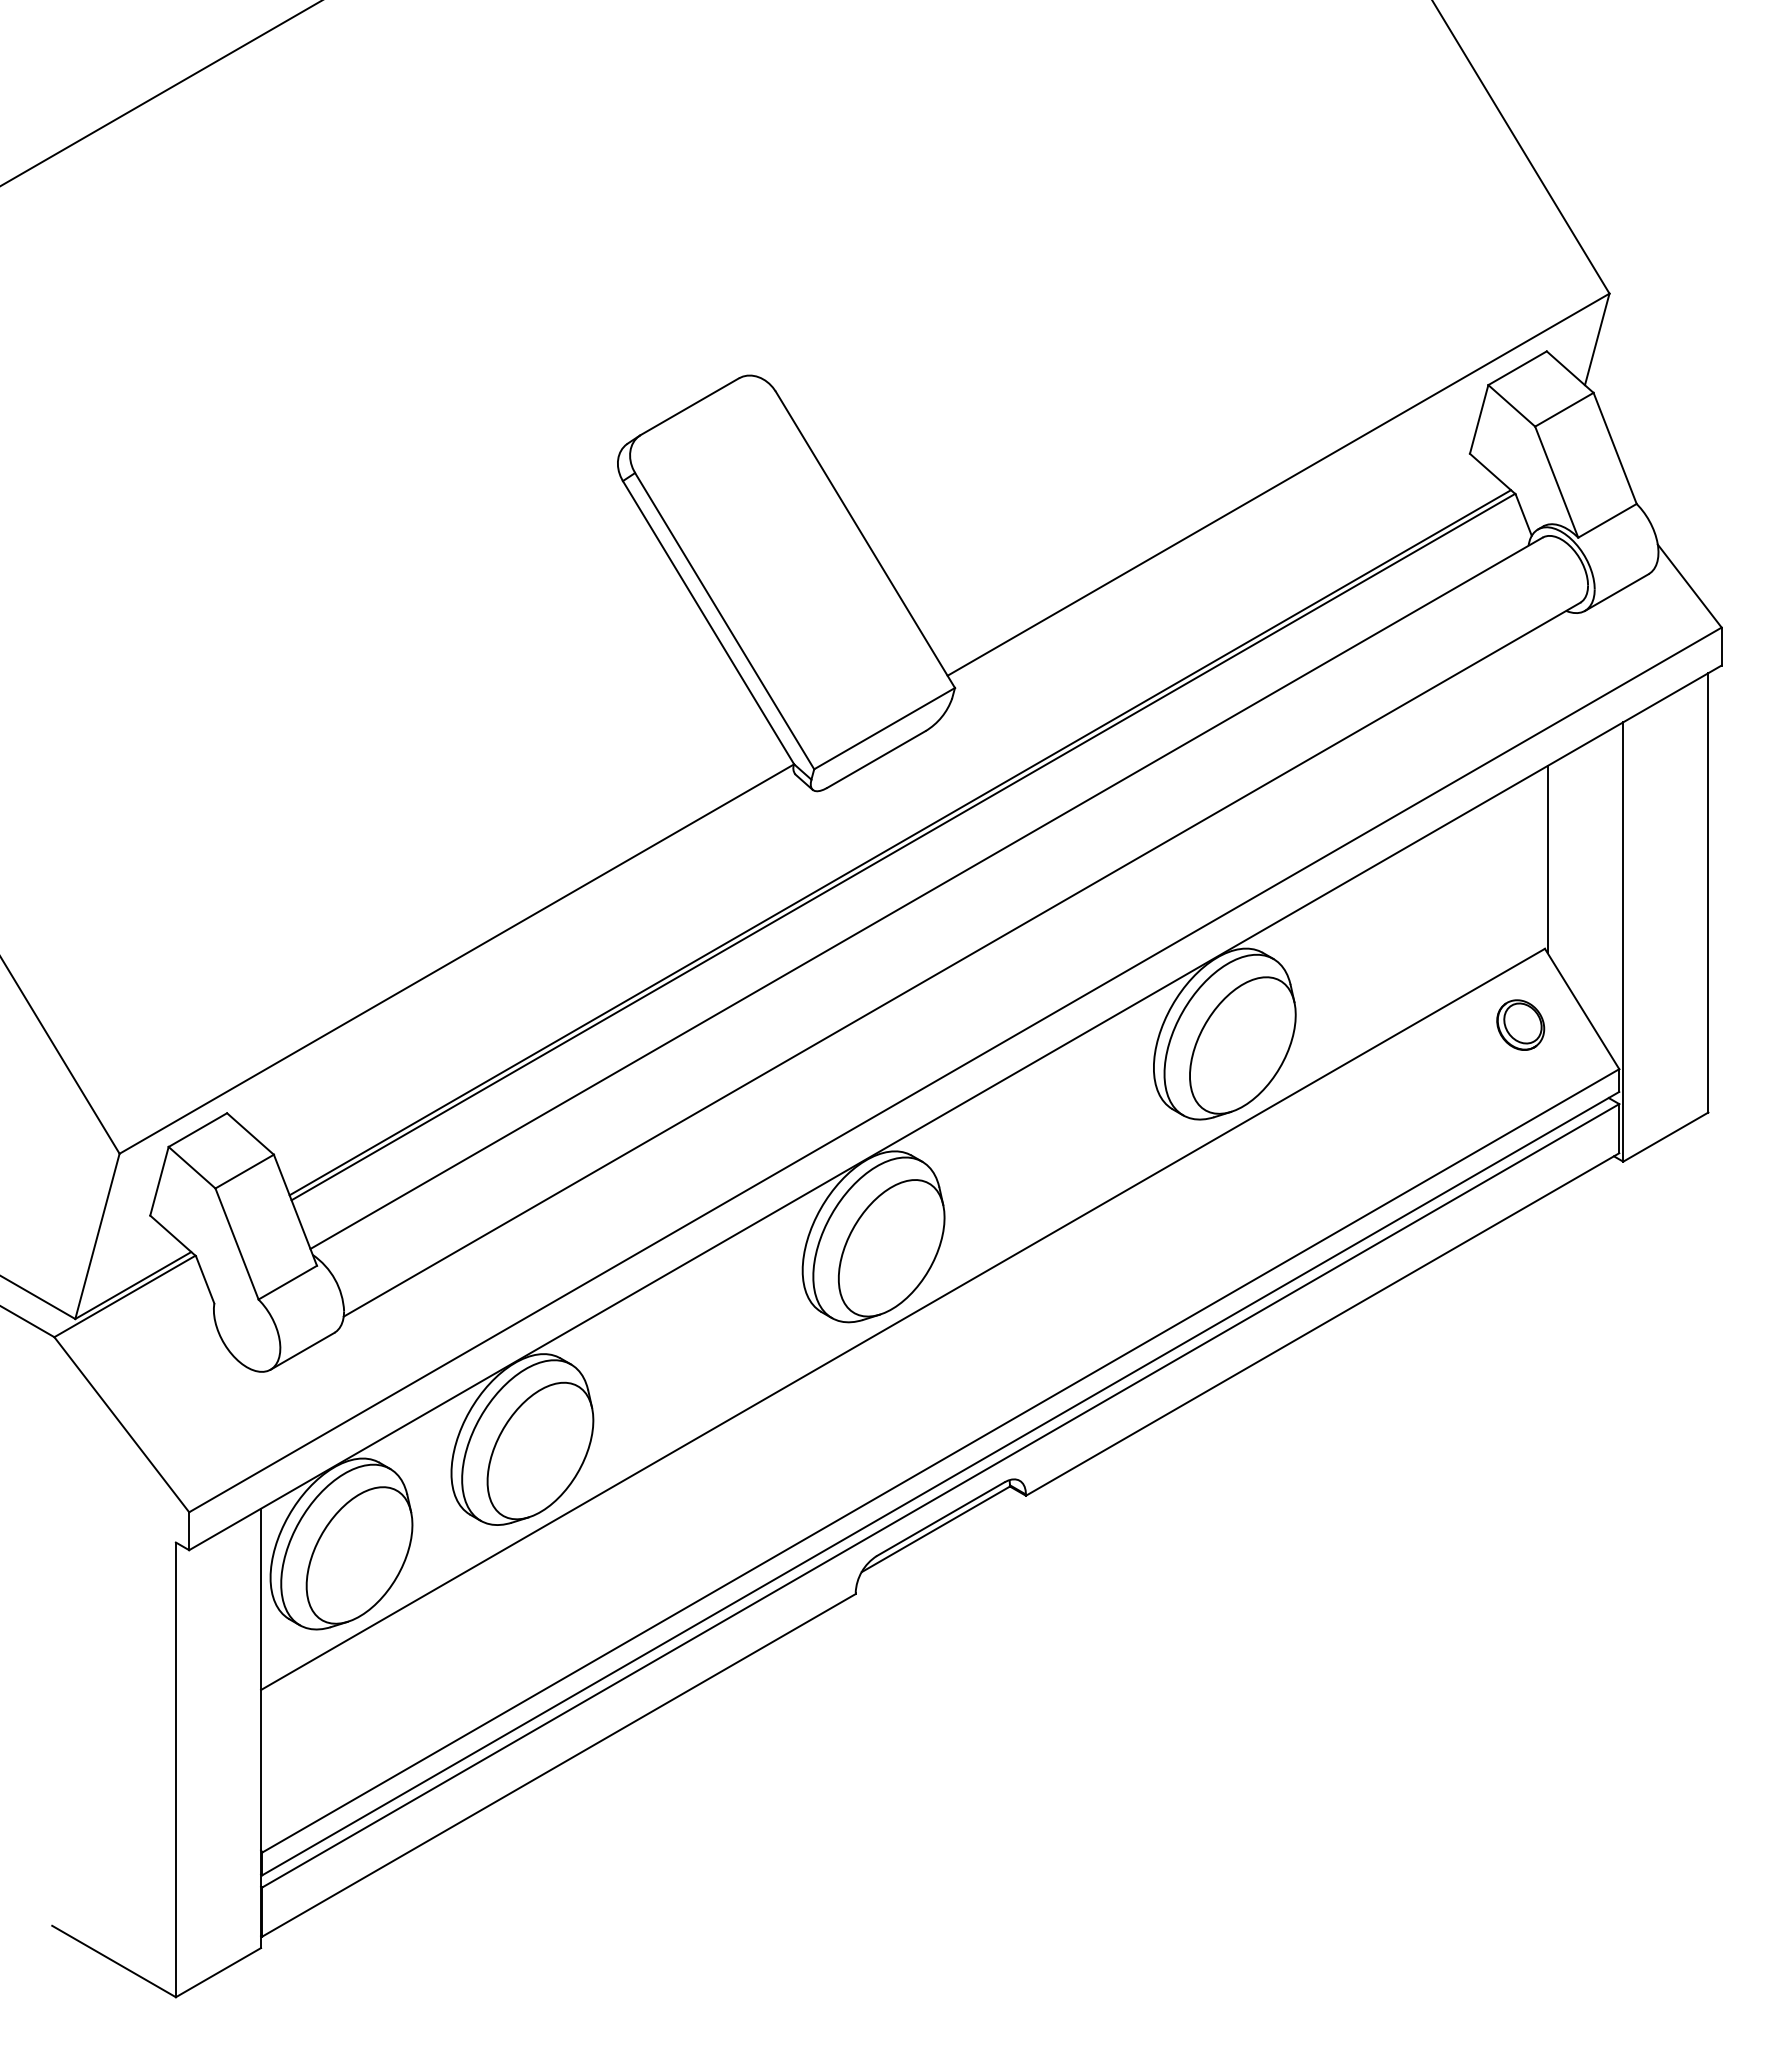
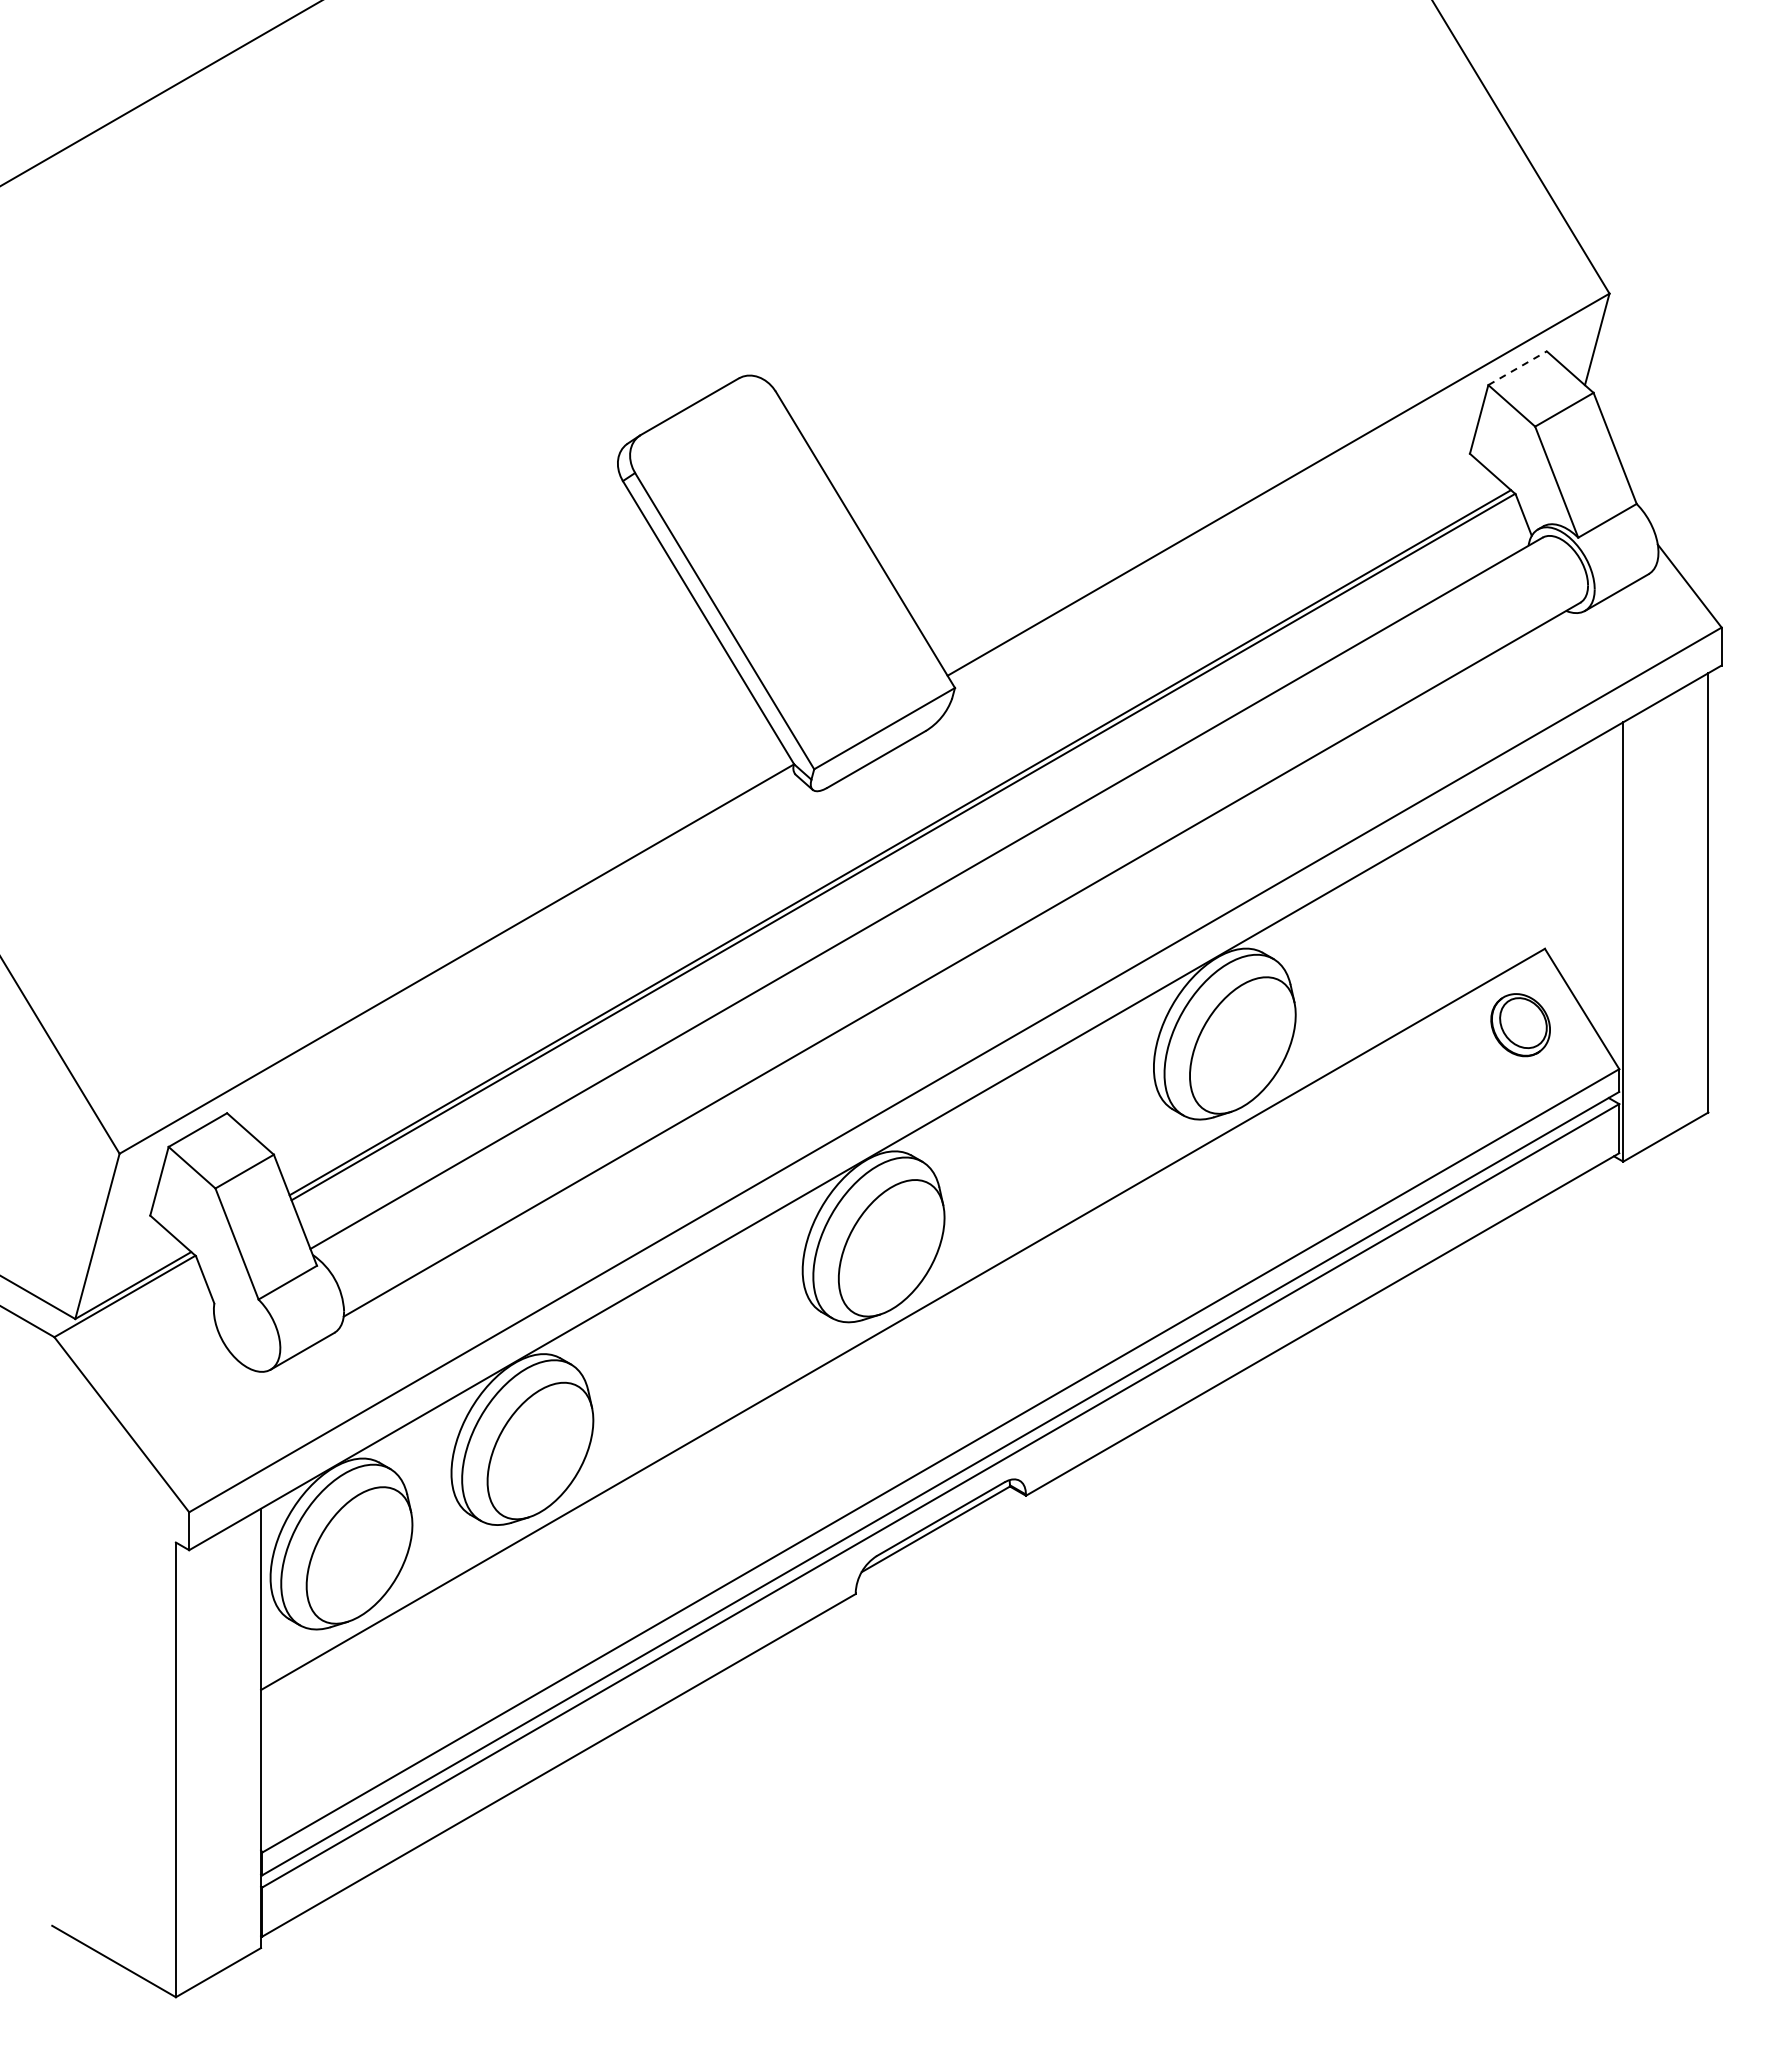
line at (1517, 368): solid -> dashed
line at (1547, 859): present -> none
part at (1520, 1024) size: 50x52 px -> 61x65 px
